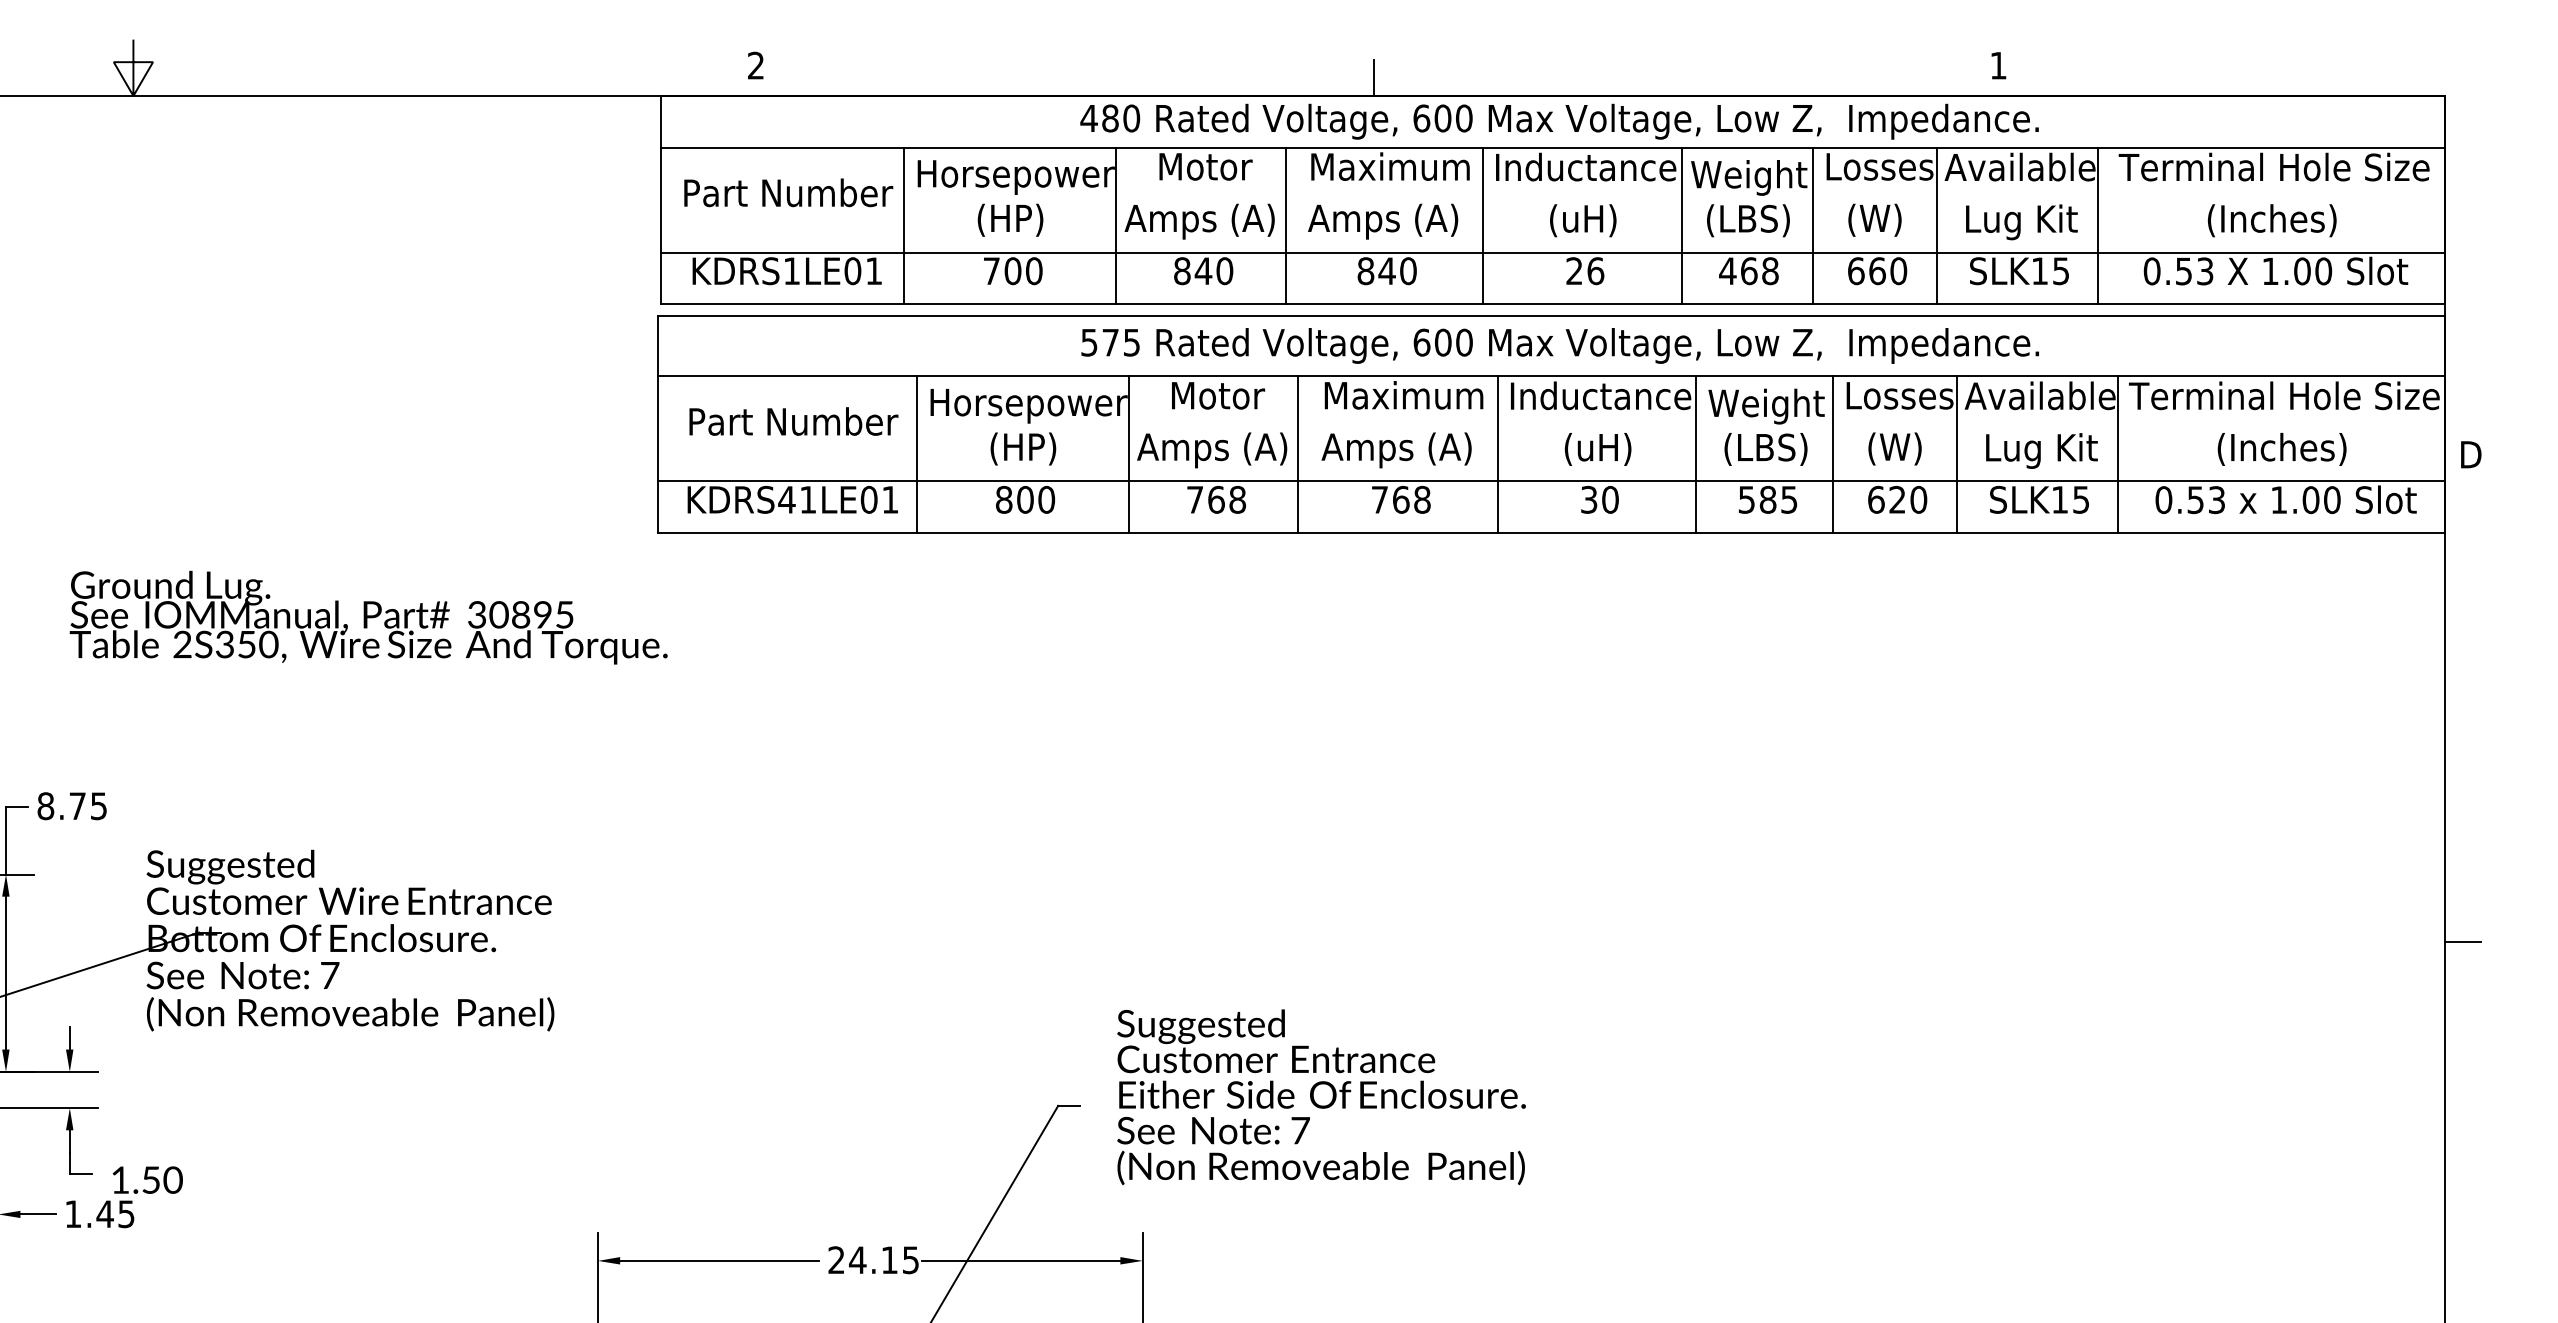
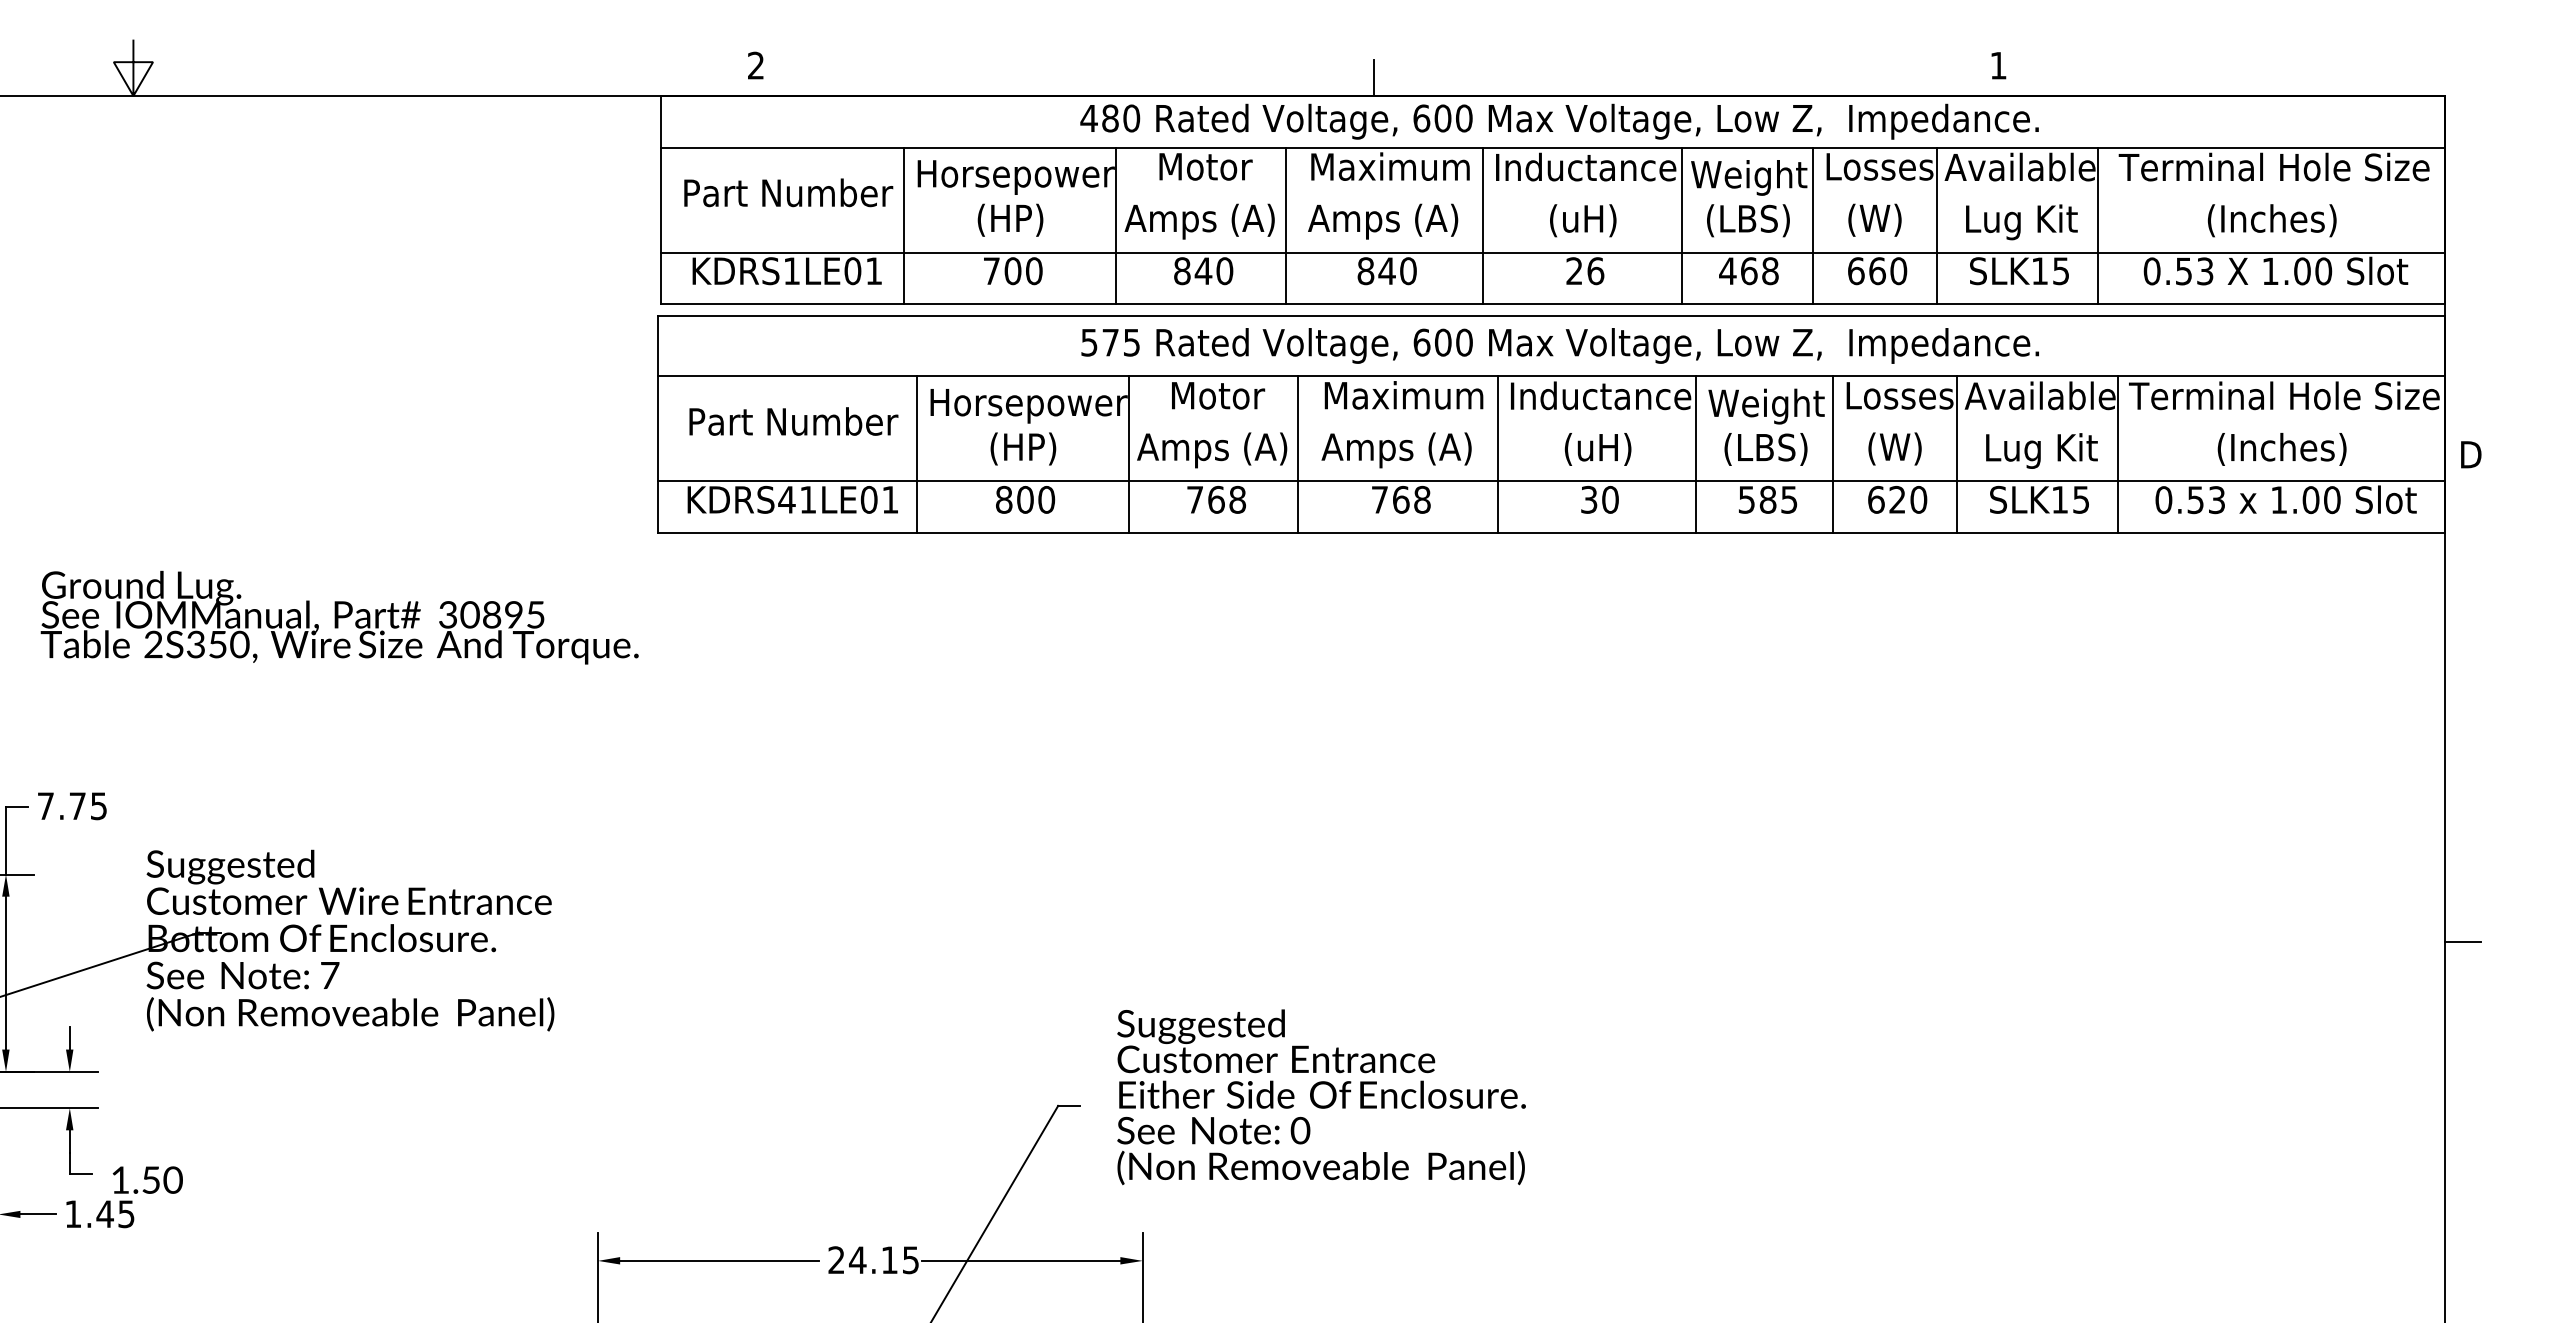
text at (368, 617) position: (368, 617) -> (339, 617)
text at (45, 806): 8.75 -> 7.75
text at (1300, 1130): 7 -> 0
